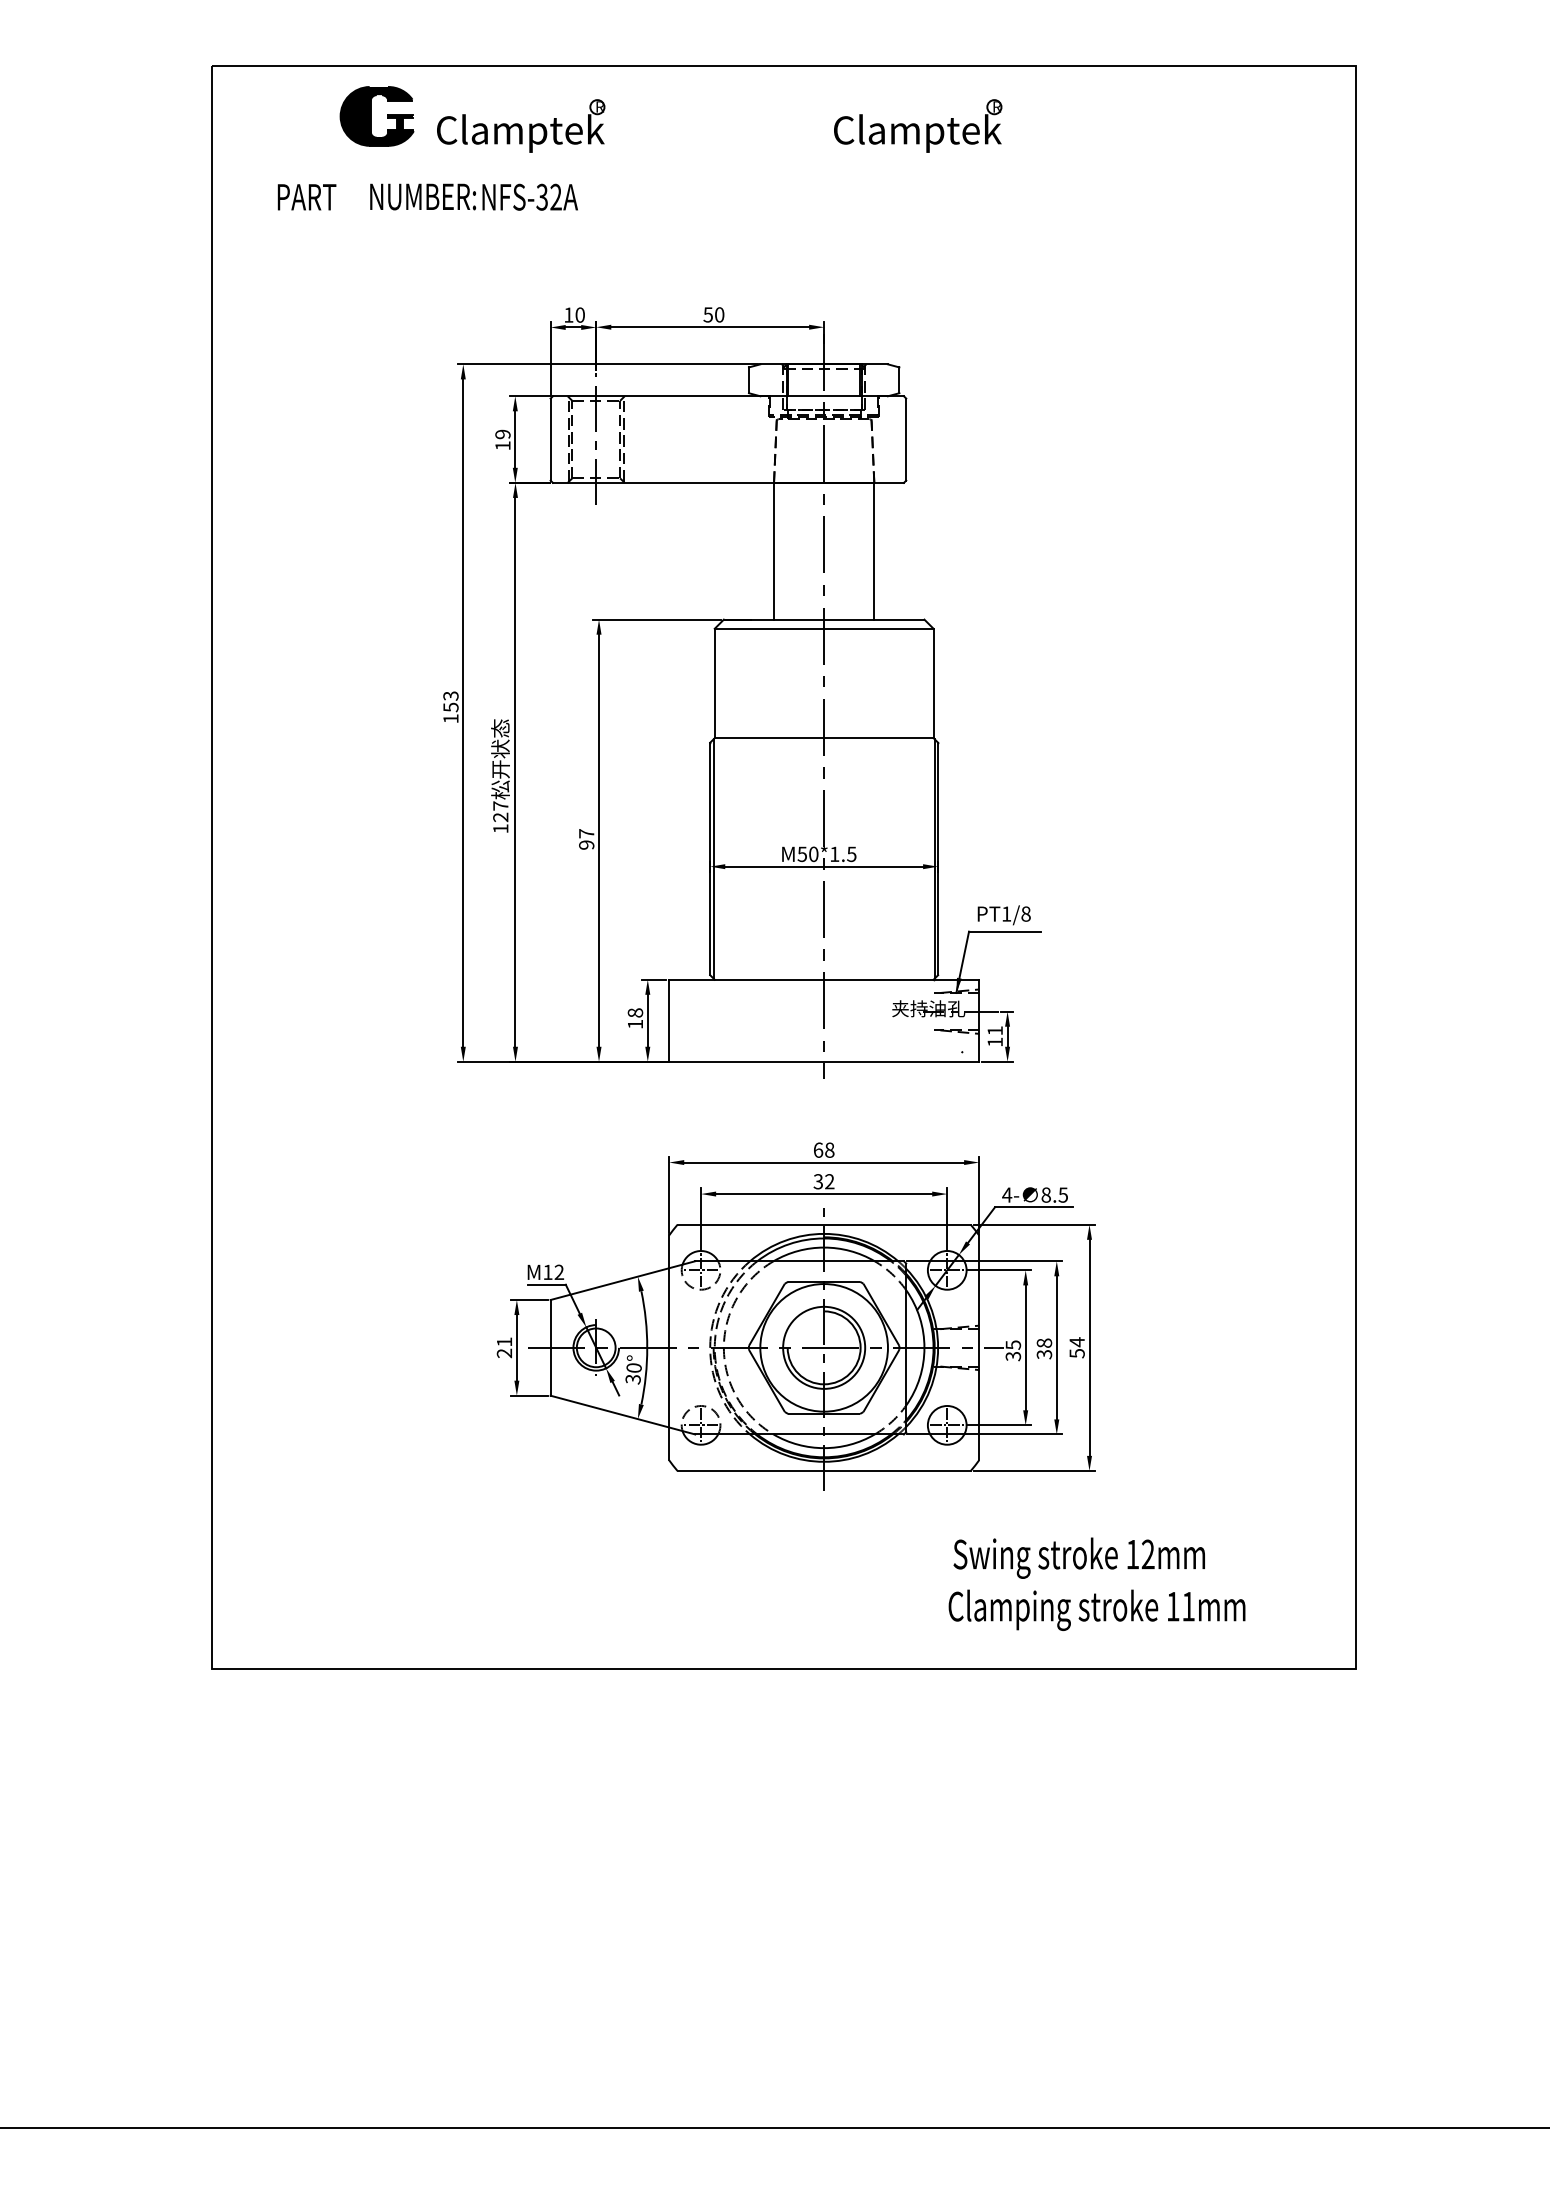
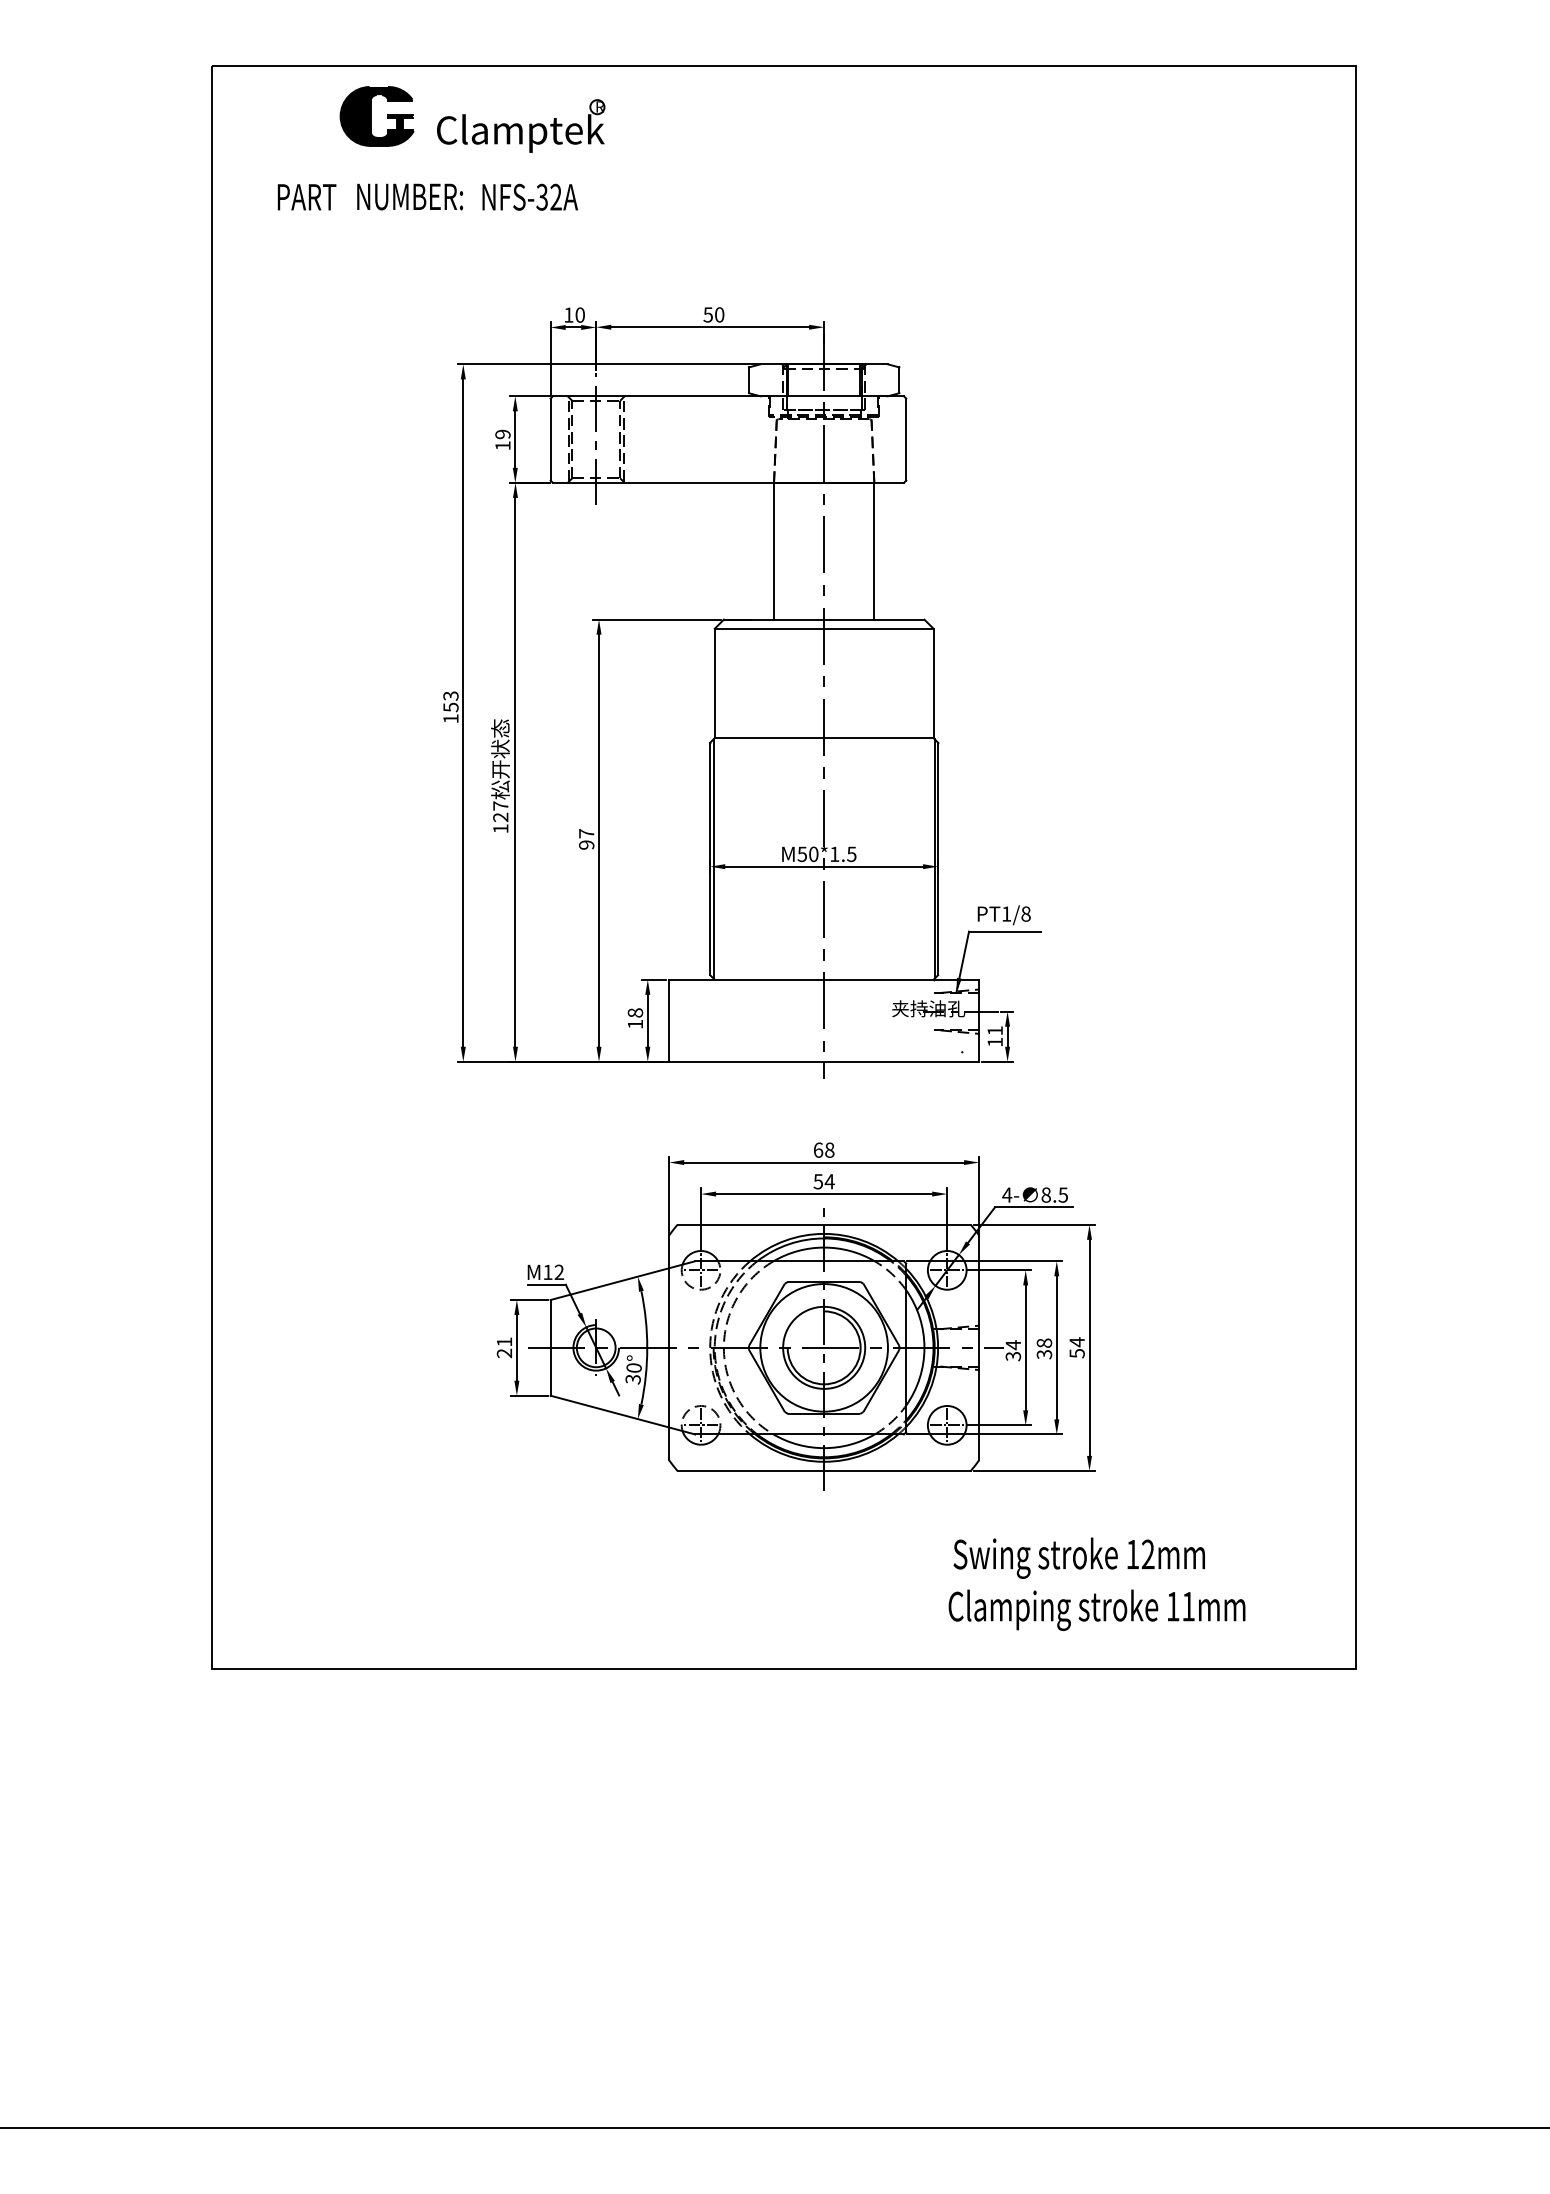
part at (918, 125): present -> none
text at (423, 196) position: (423, 196) -> (410, 196)
text at (824, 1181): 32 -> 54
text at (1013, 1345): 35 -> 34
